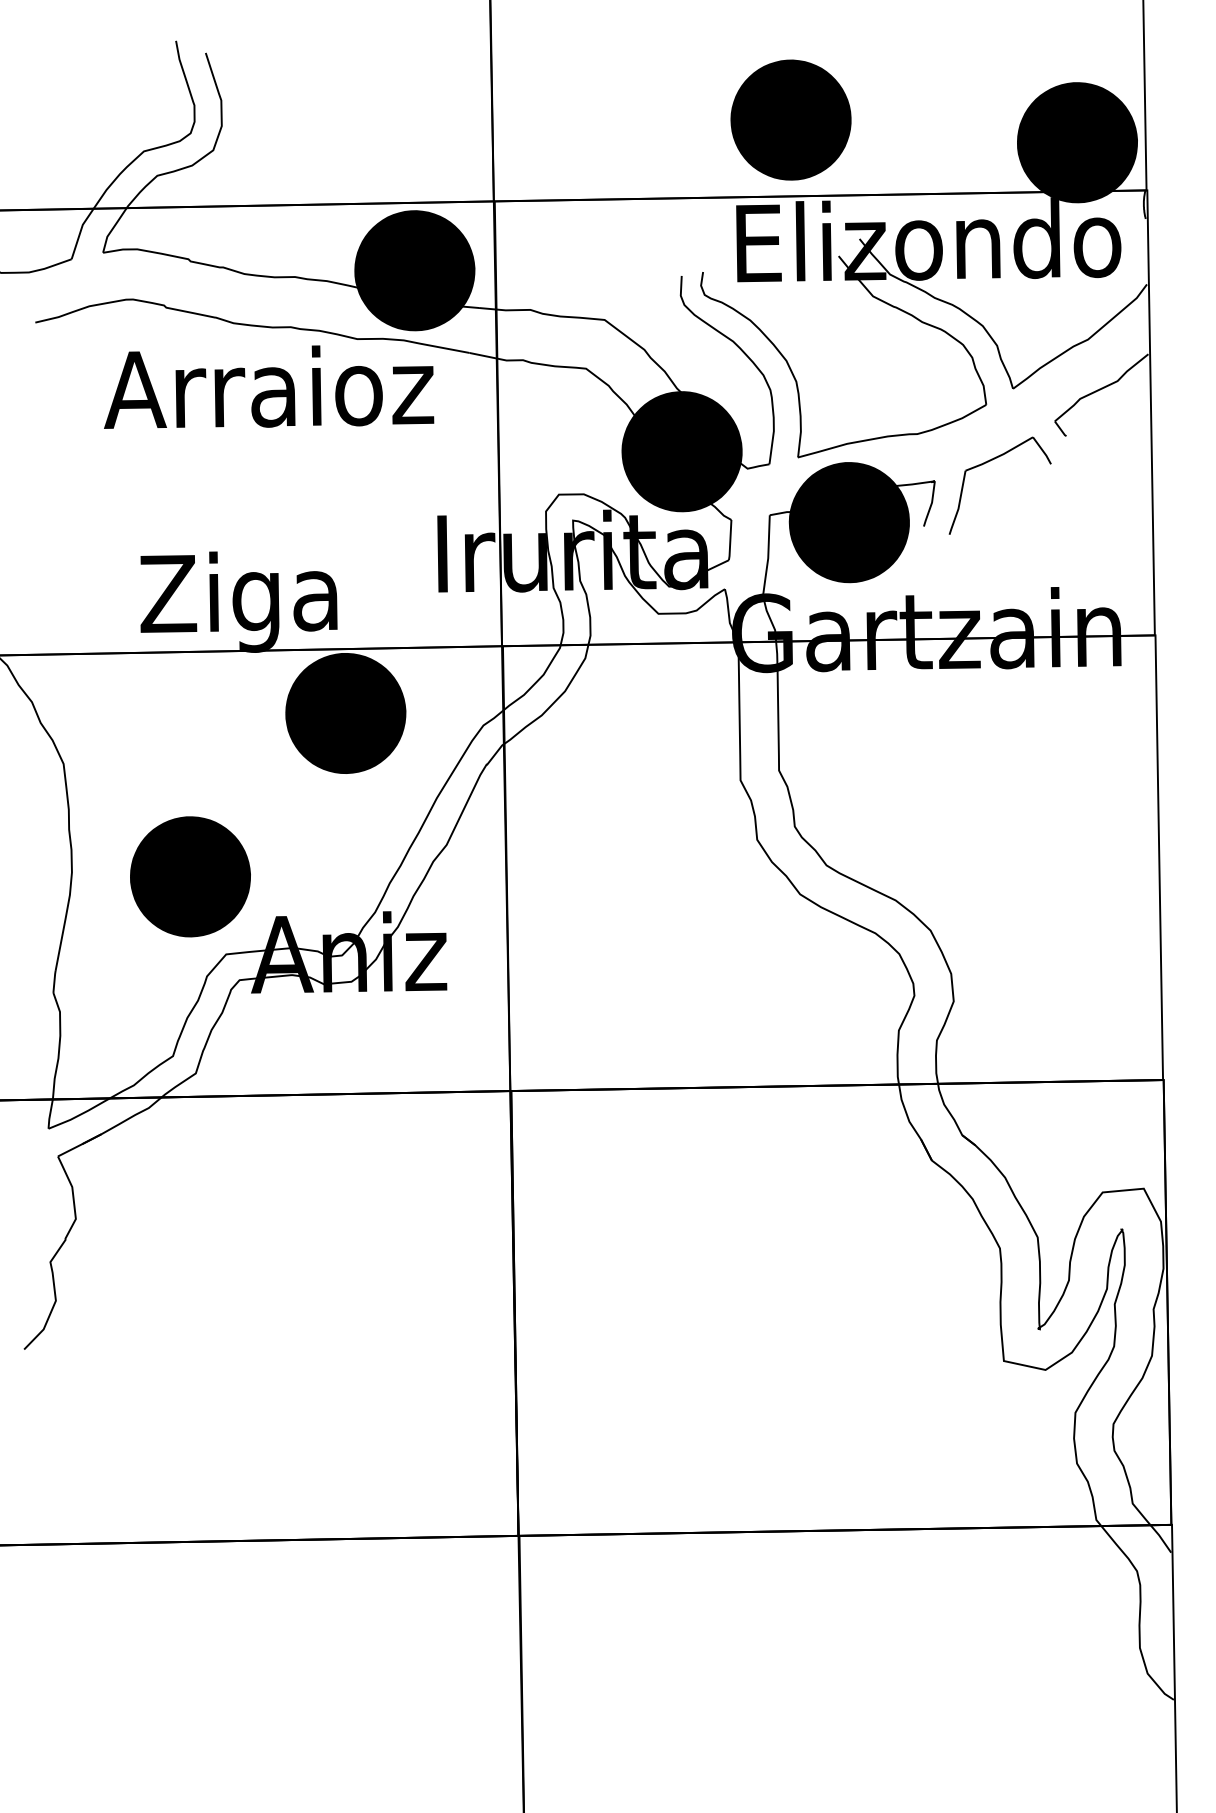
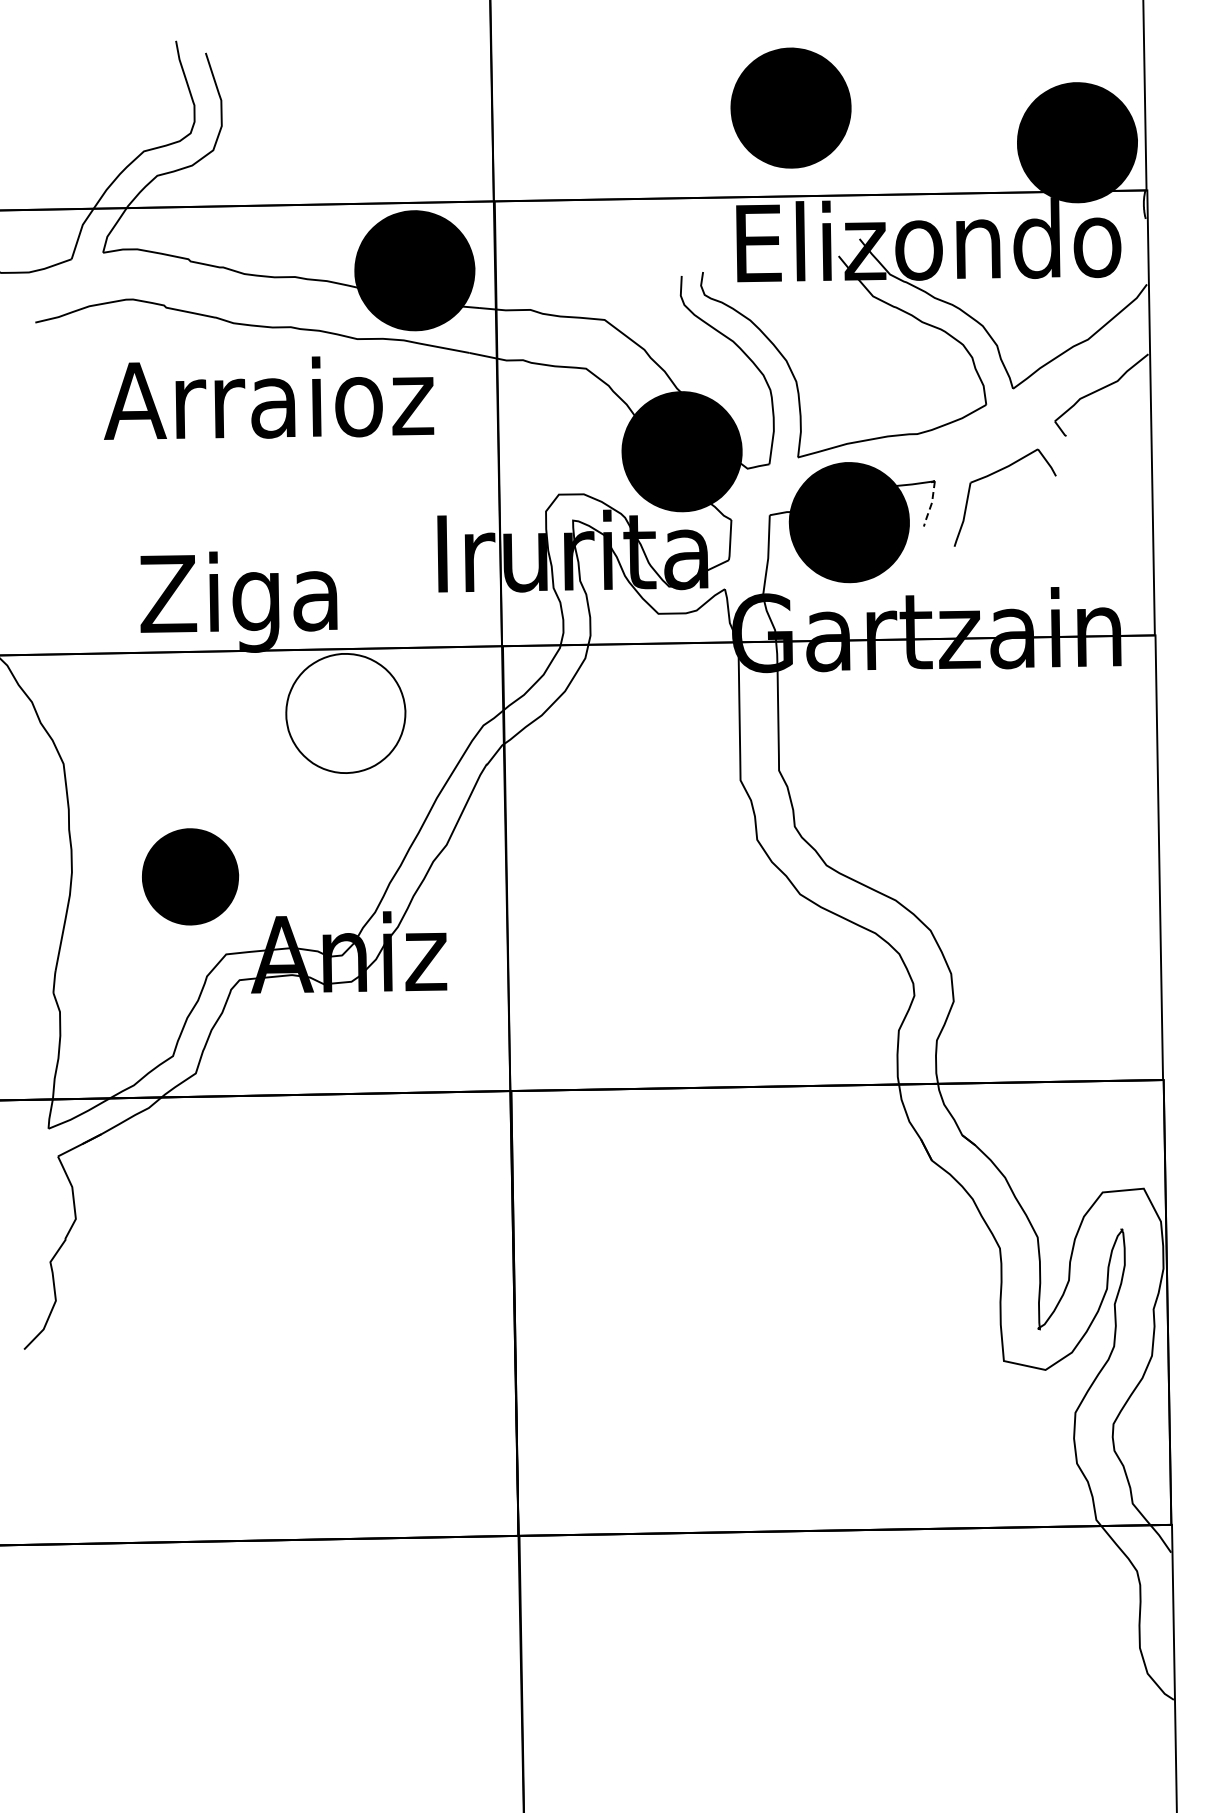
part at (790, 119) position: (790, 119) -> (790, 107)
text at (269, 386) position: (269, 386) -> (269, 397)
part at (988, 462) position: (988, 462) -> (993, 474)
line at (931, 504): solid -> dashed
fill at (345, 713): present -> none
part at (190, 876) size: 121x122 px -> 98x98 px
